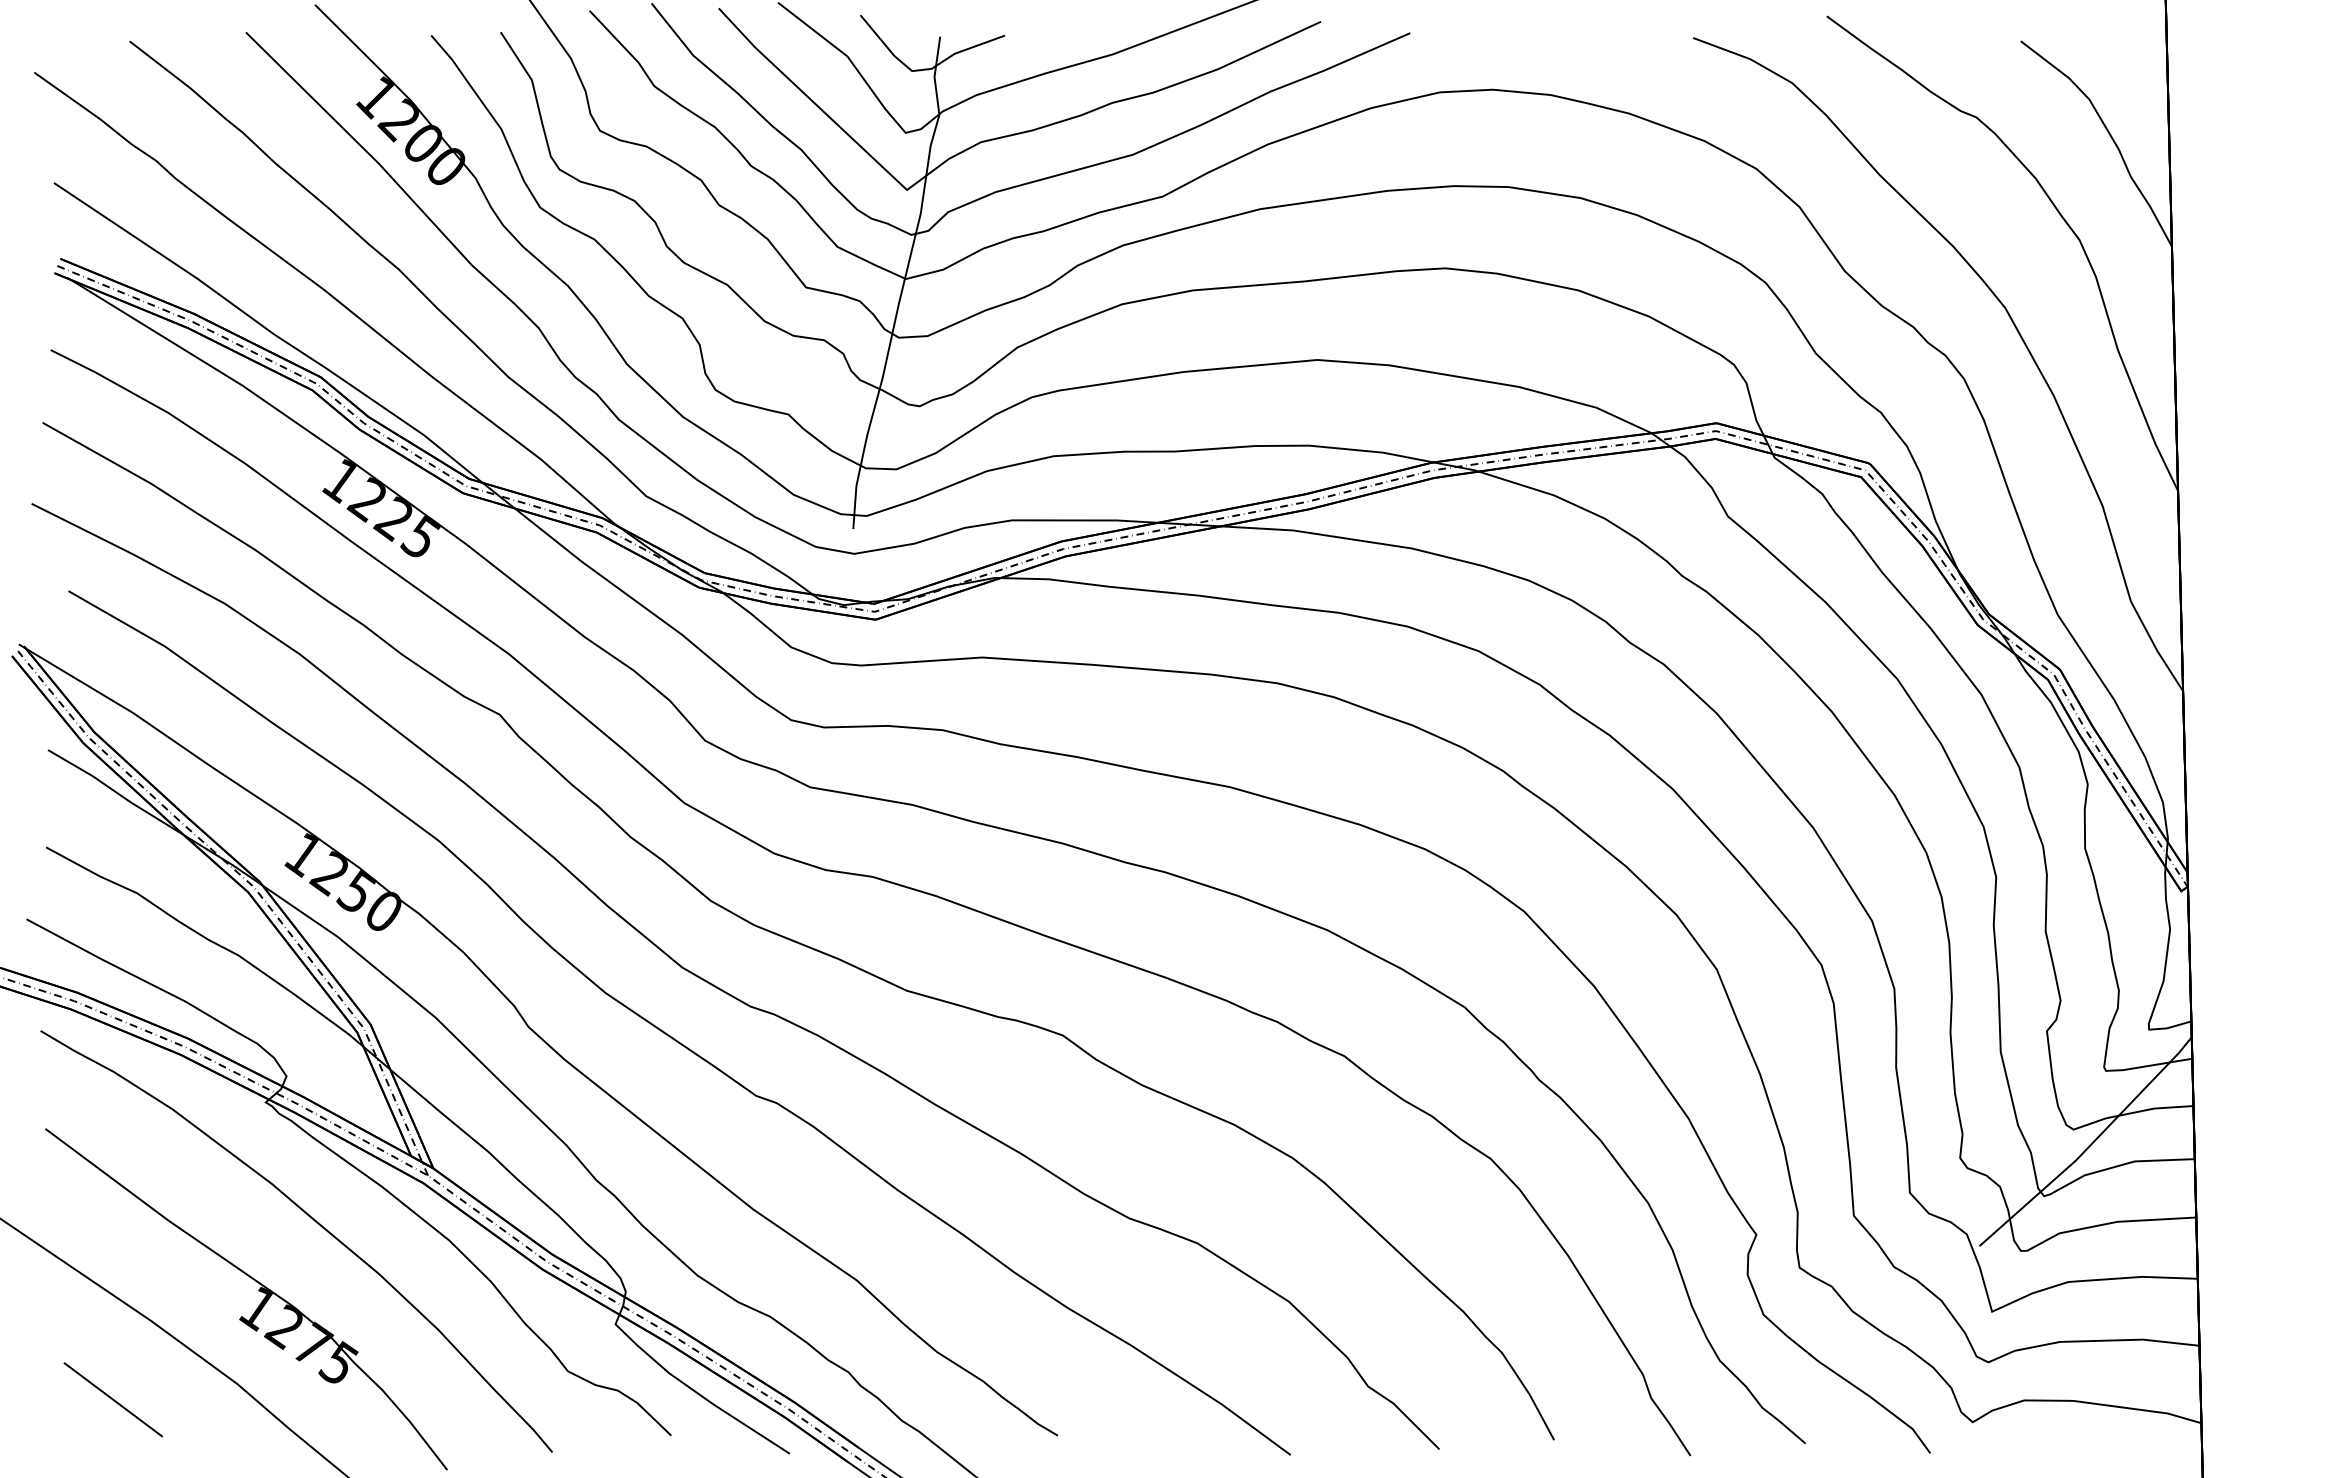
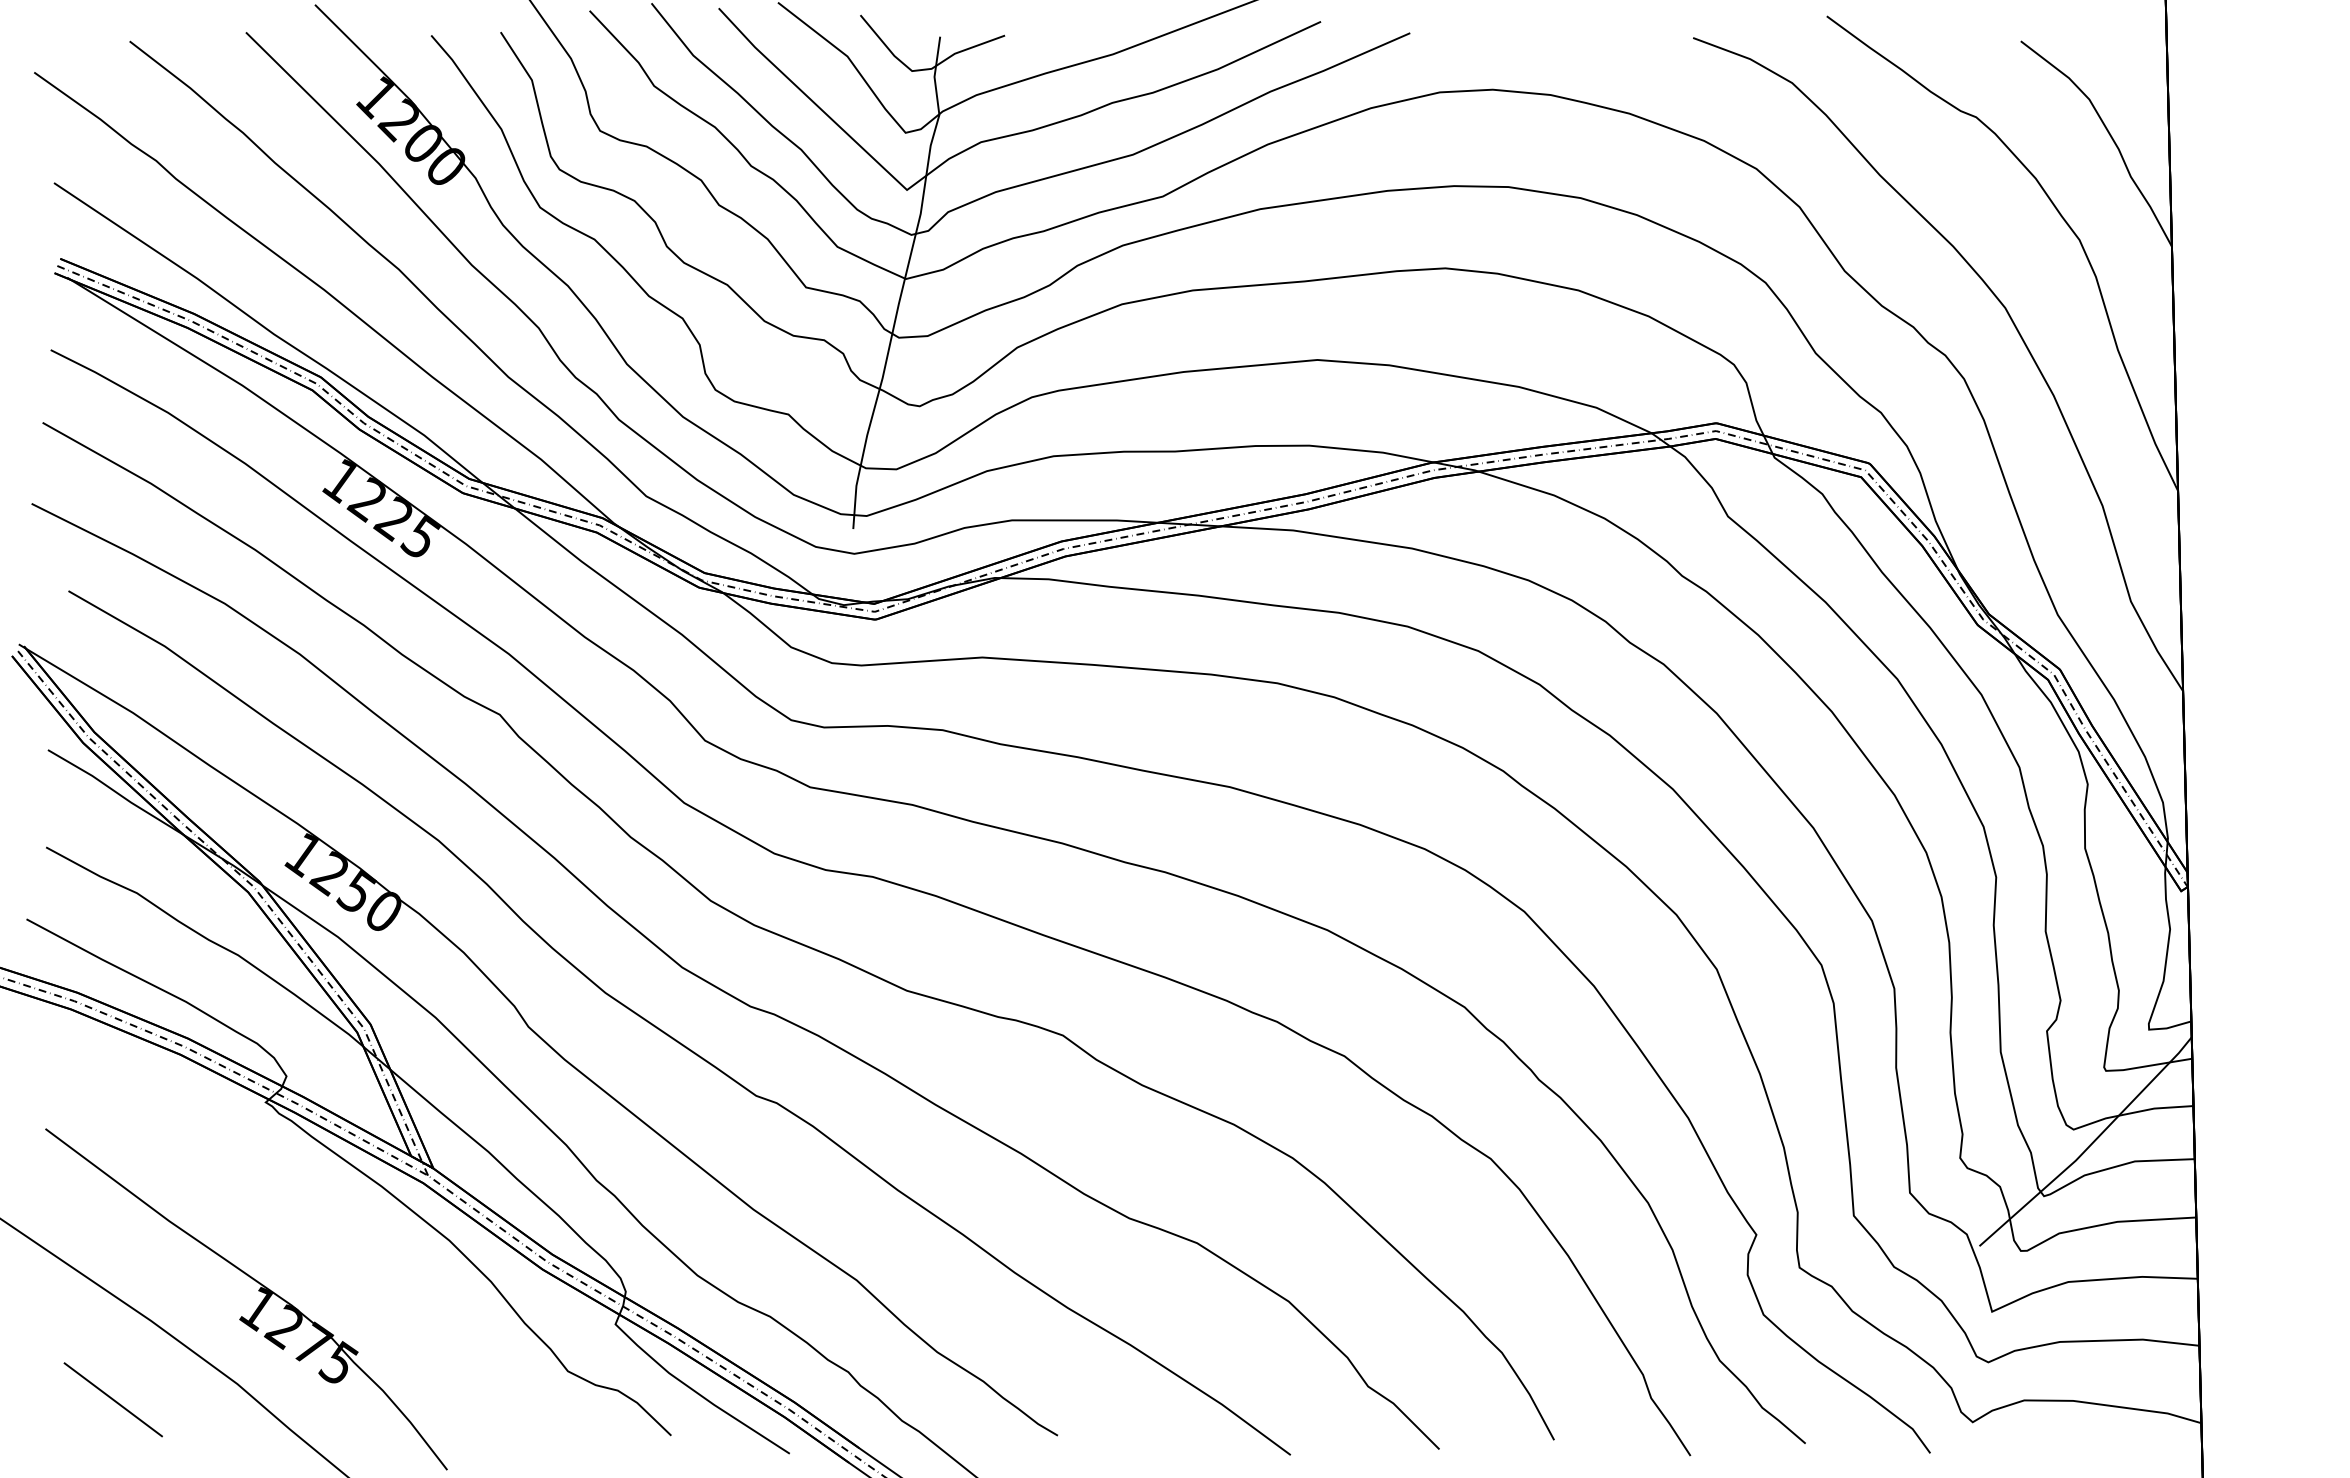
curve at (315, 1222): present -> none
